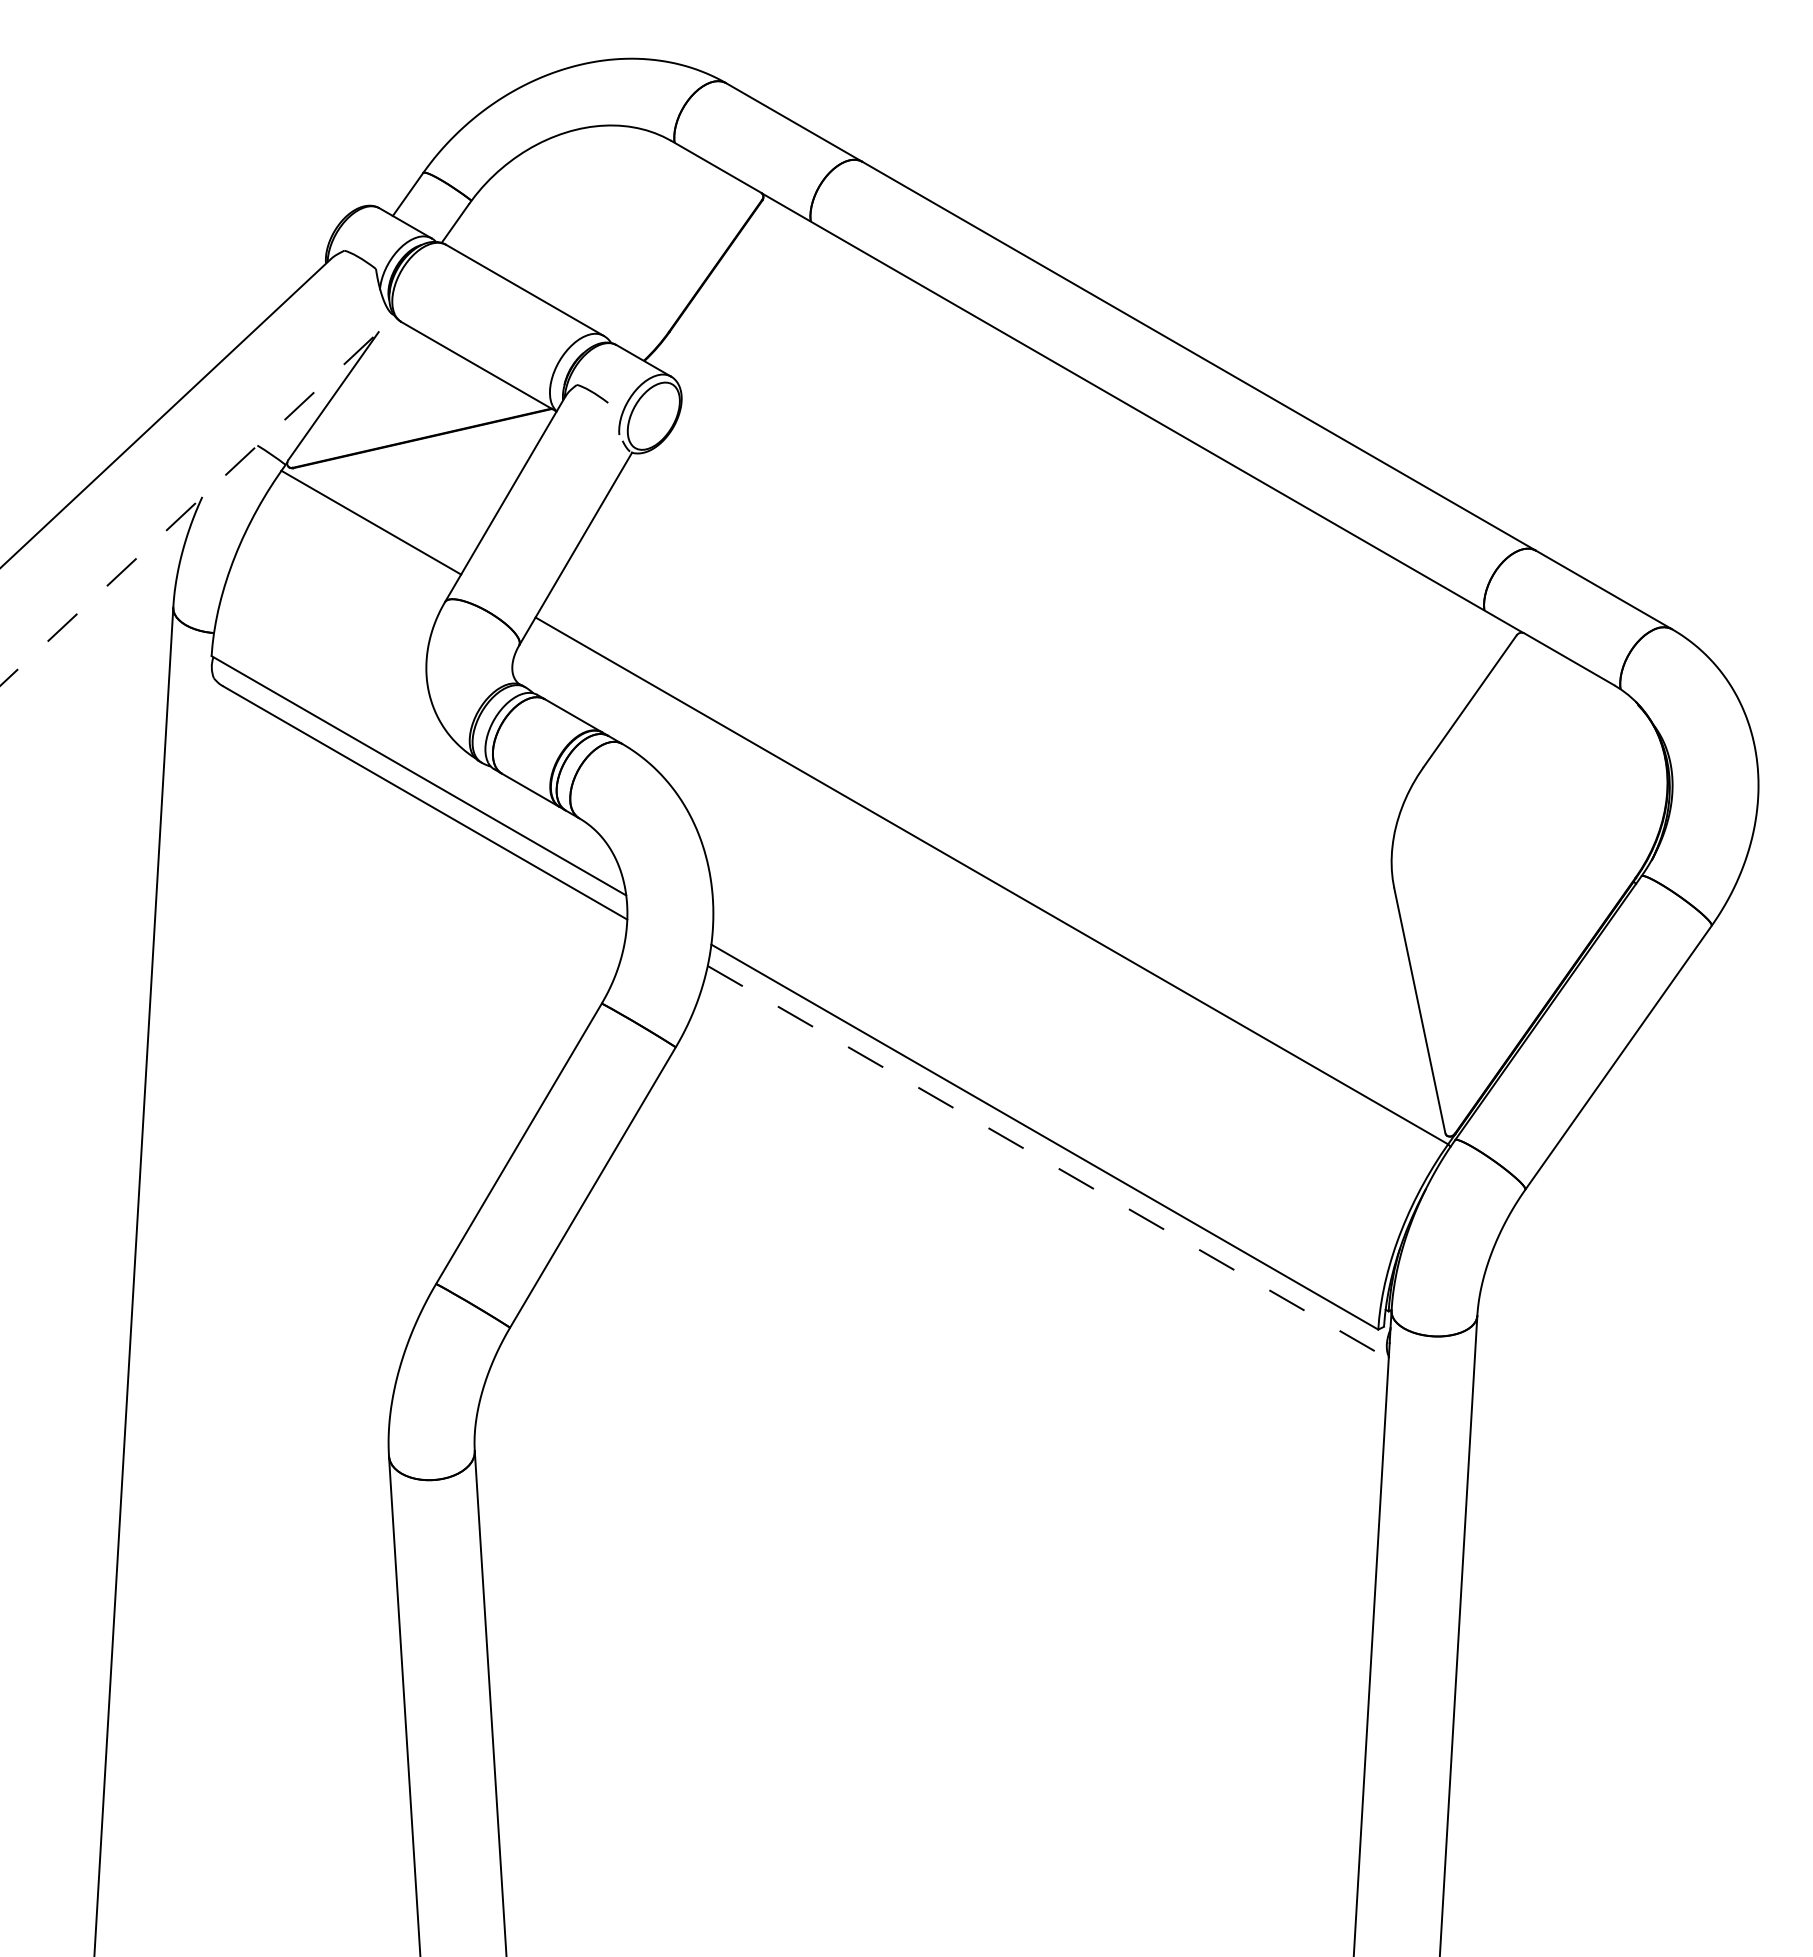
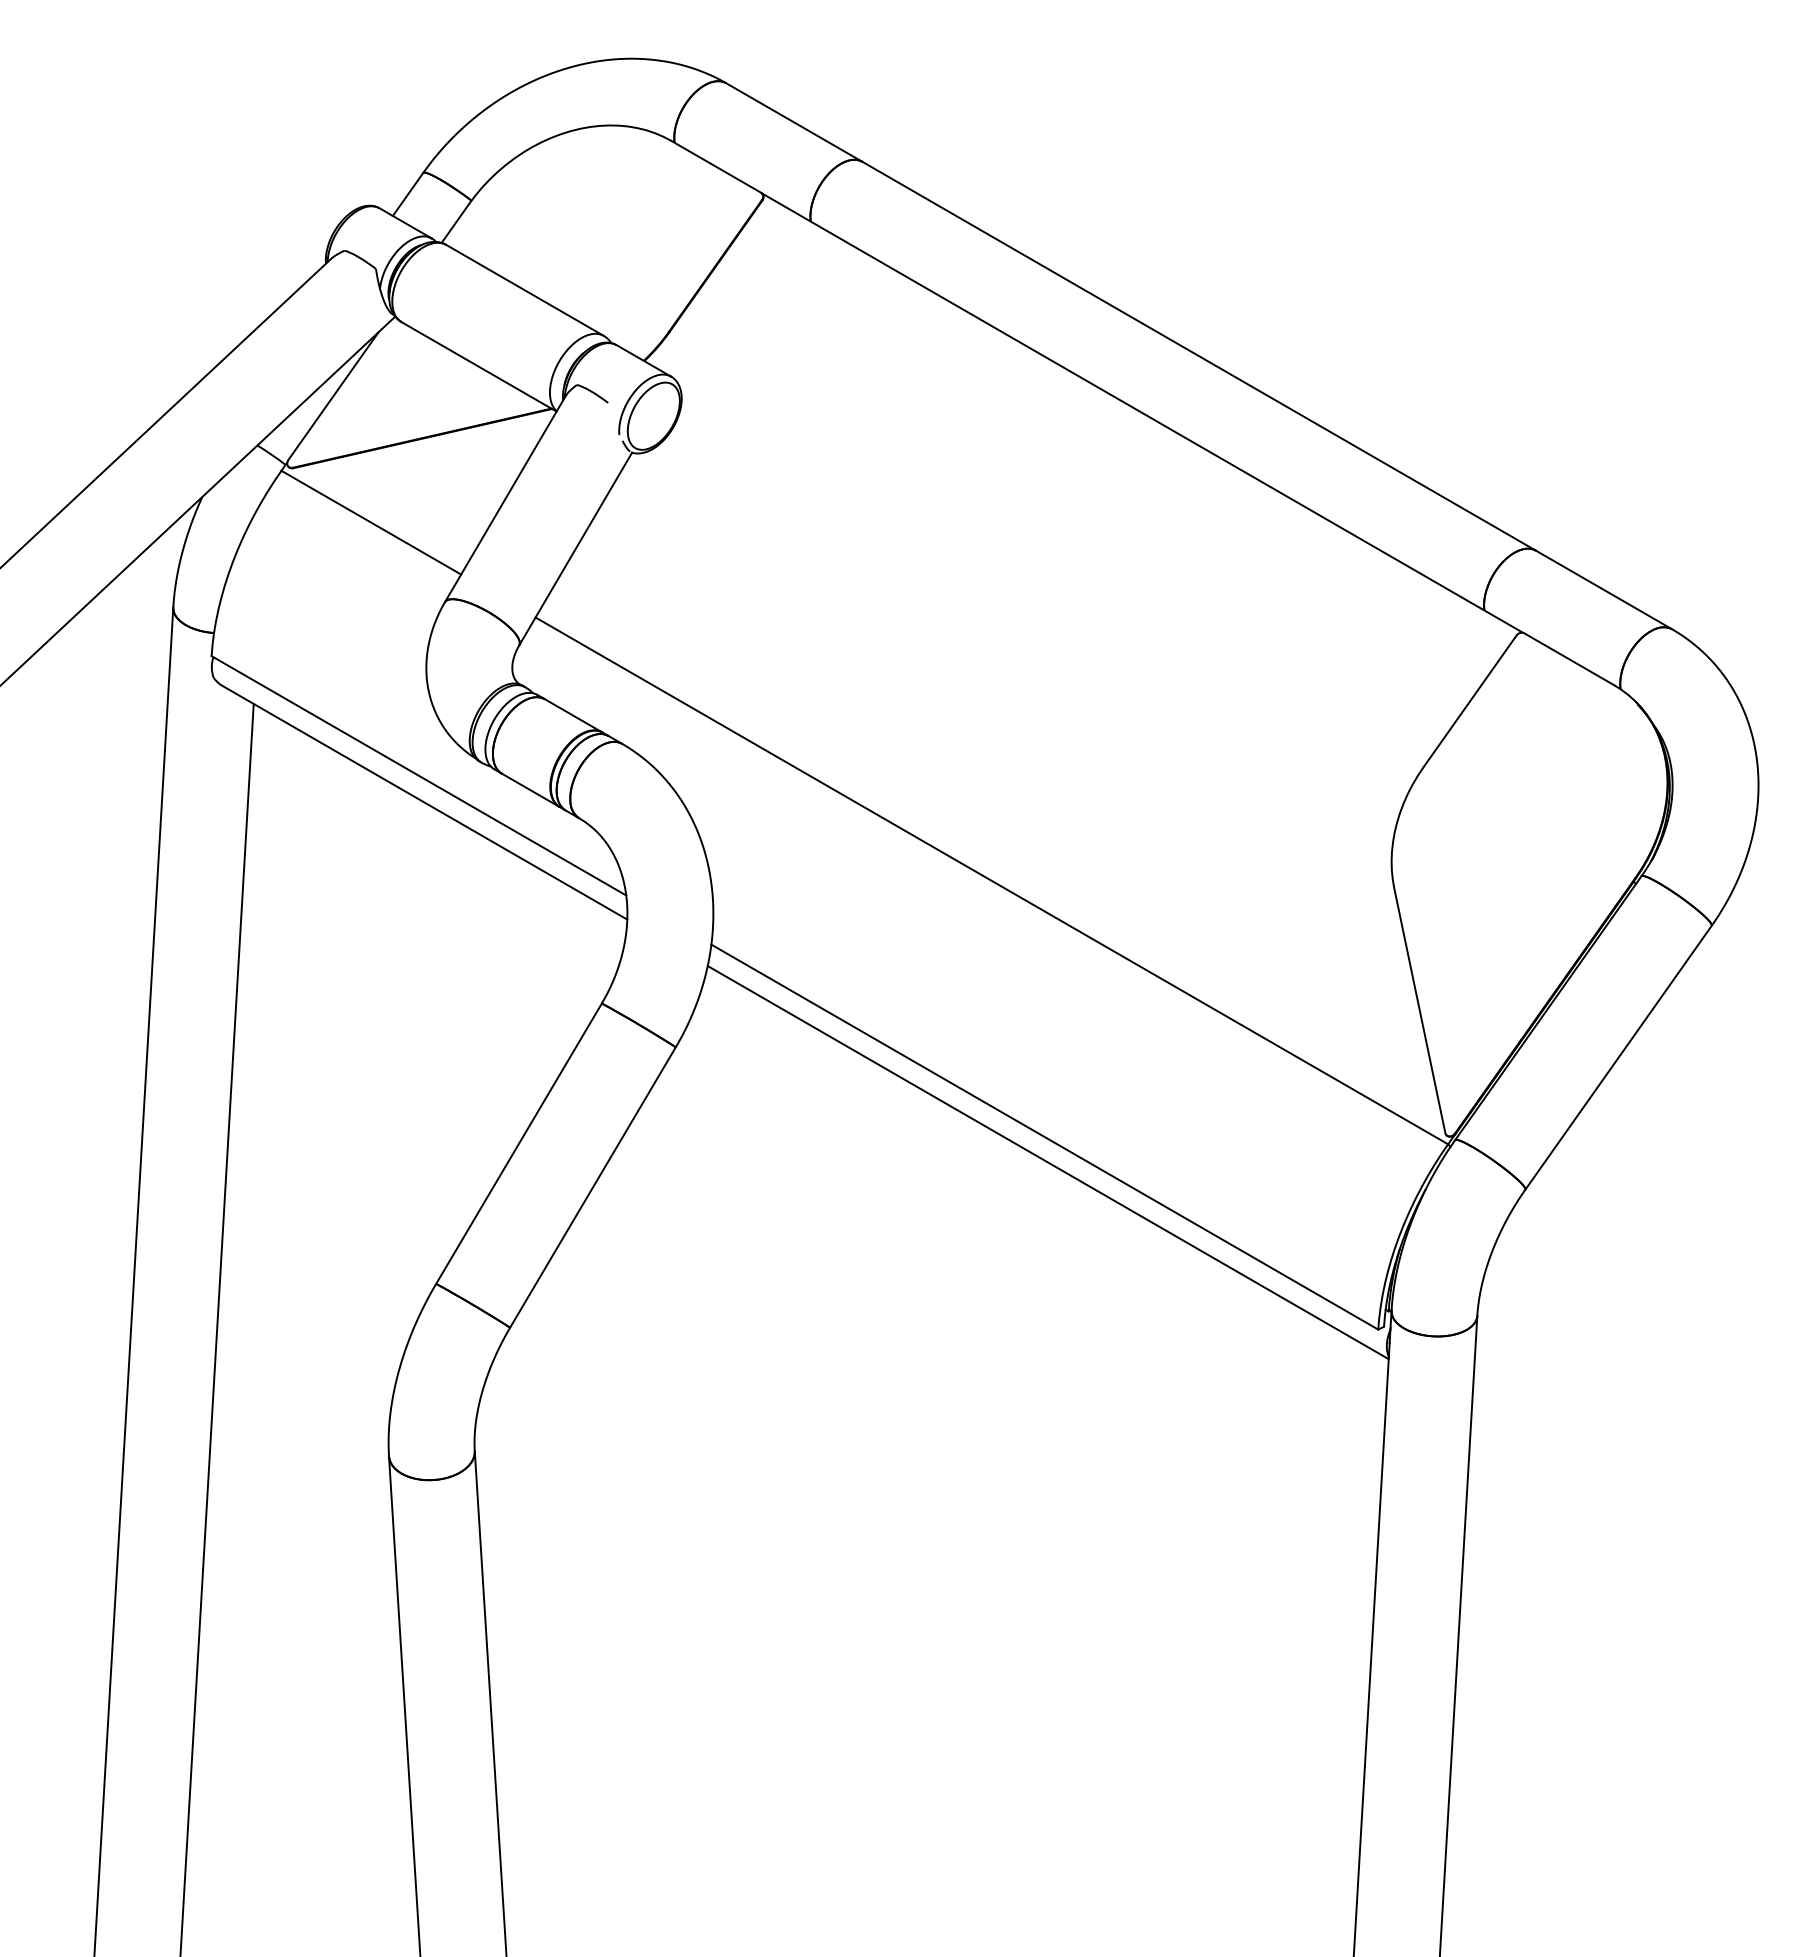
line at (198, 500): dashed -> solid
line at (1048, 1162): dashed -> solid
line at (216, 1328): none -> present
